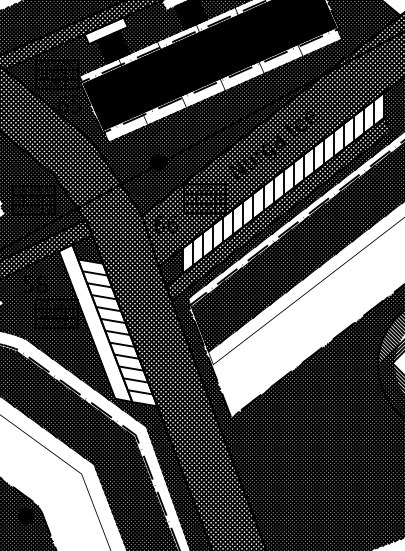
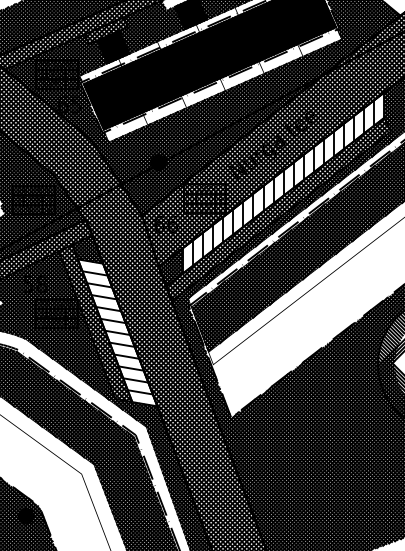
hatch at (106, 30): none -> present
hatch at (95, 323): none -> present
